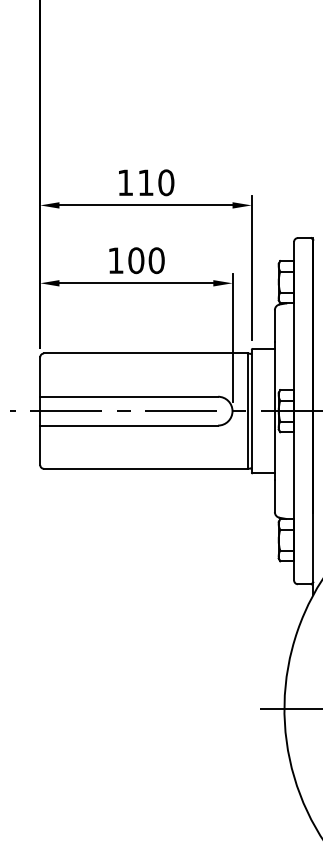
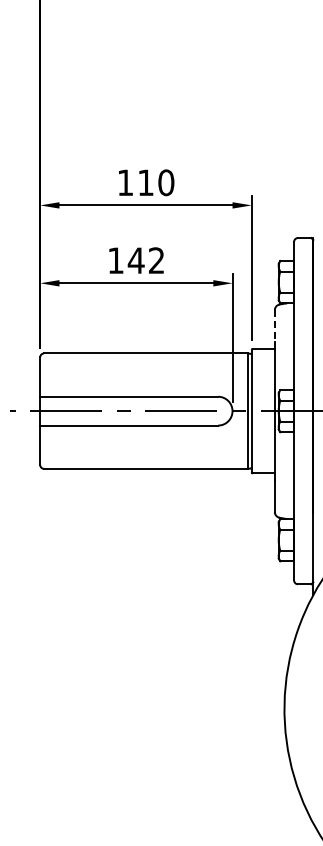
text at (145, 260): 100 -> 142
line at (274, 326): solid -> dashed
line at (288, 709): present -> none
